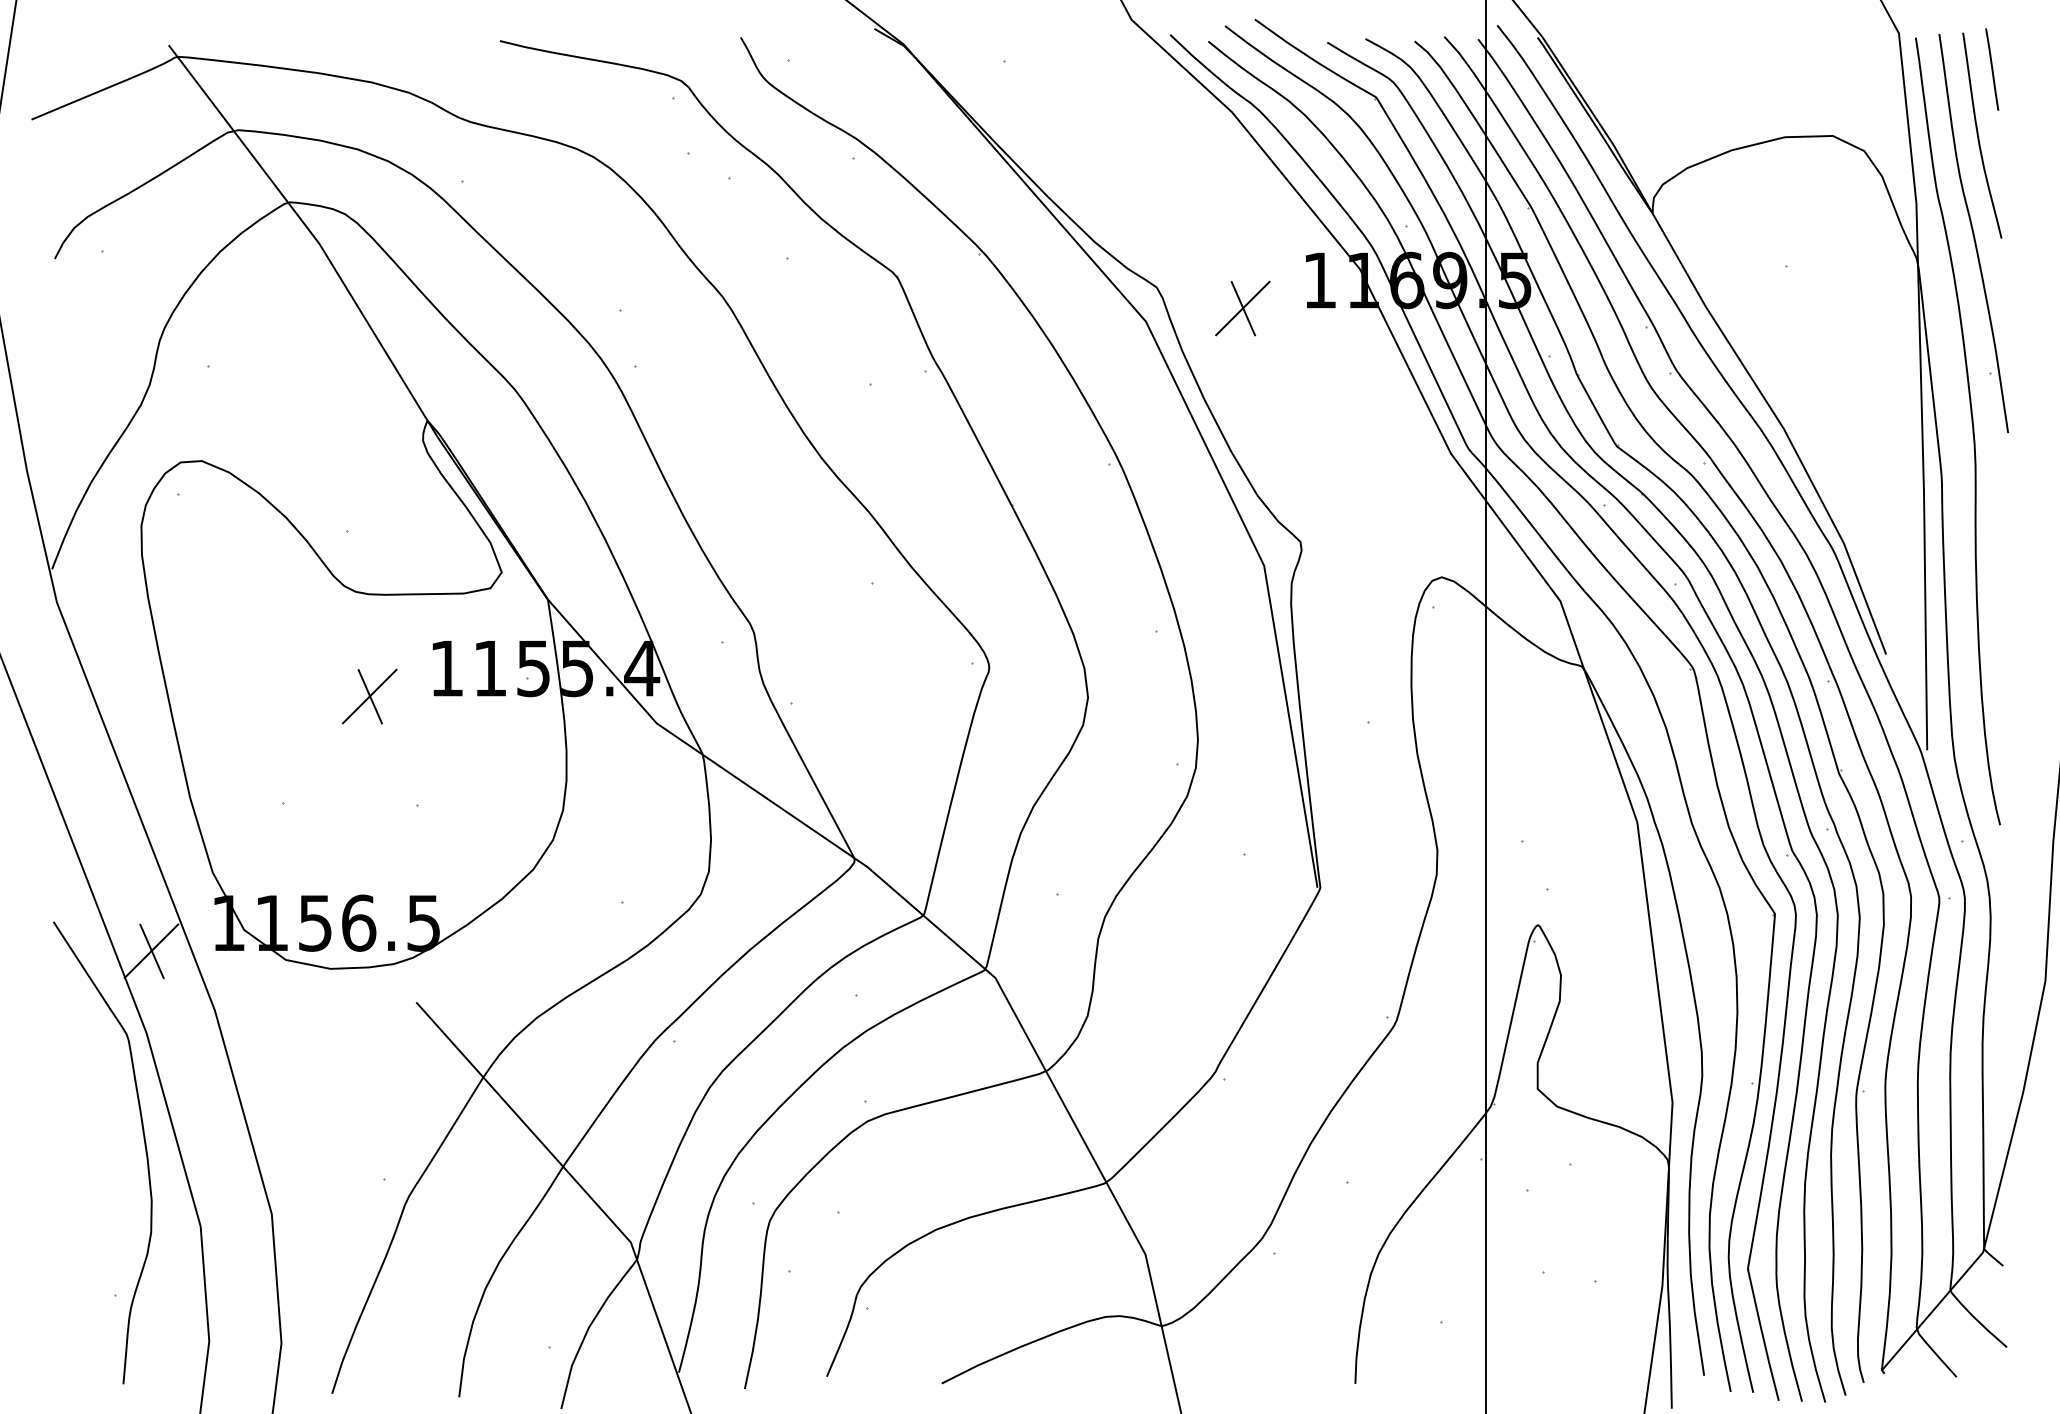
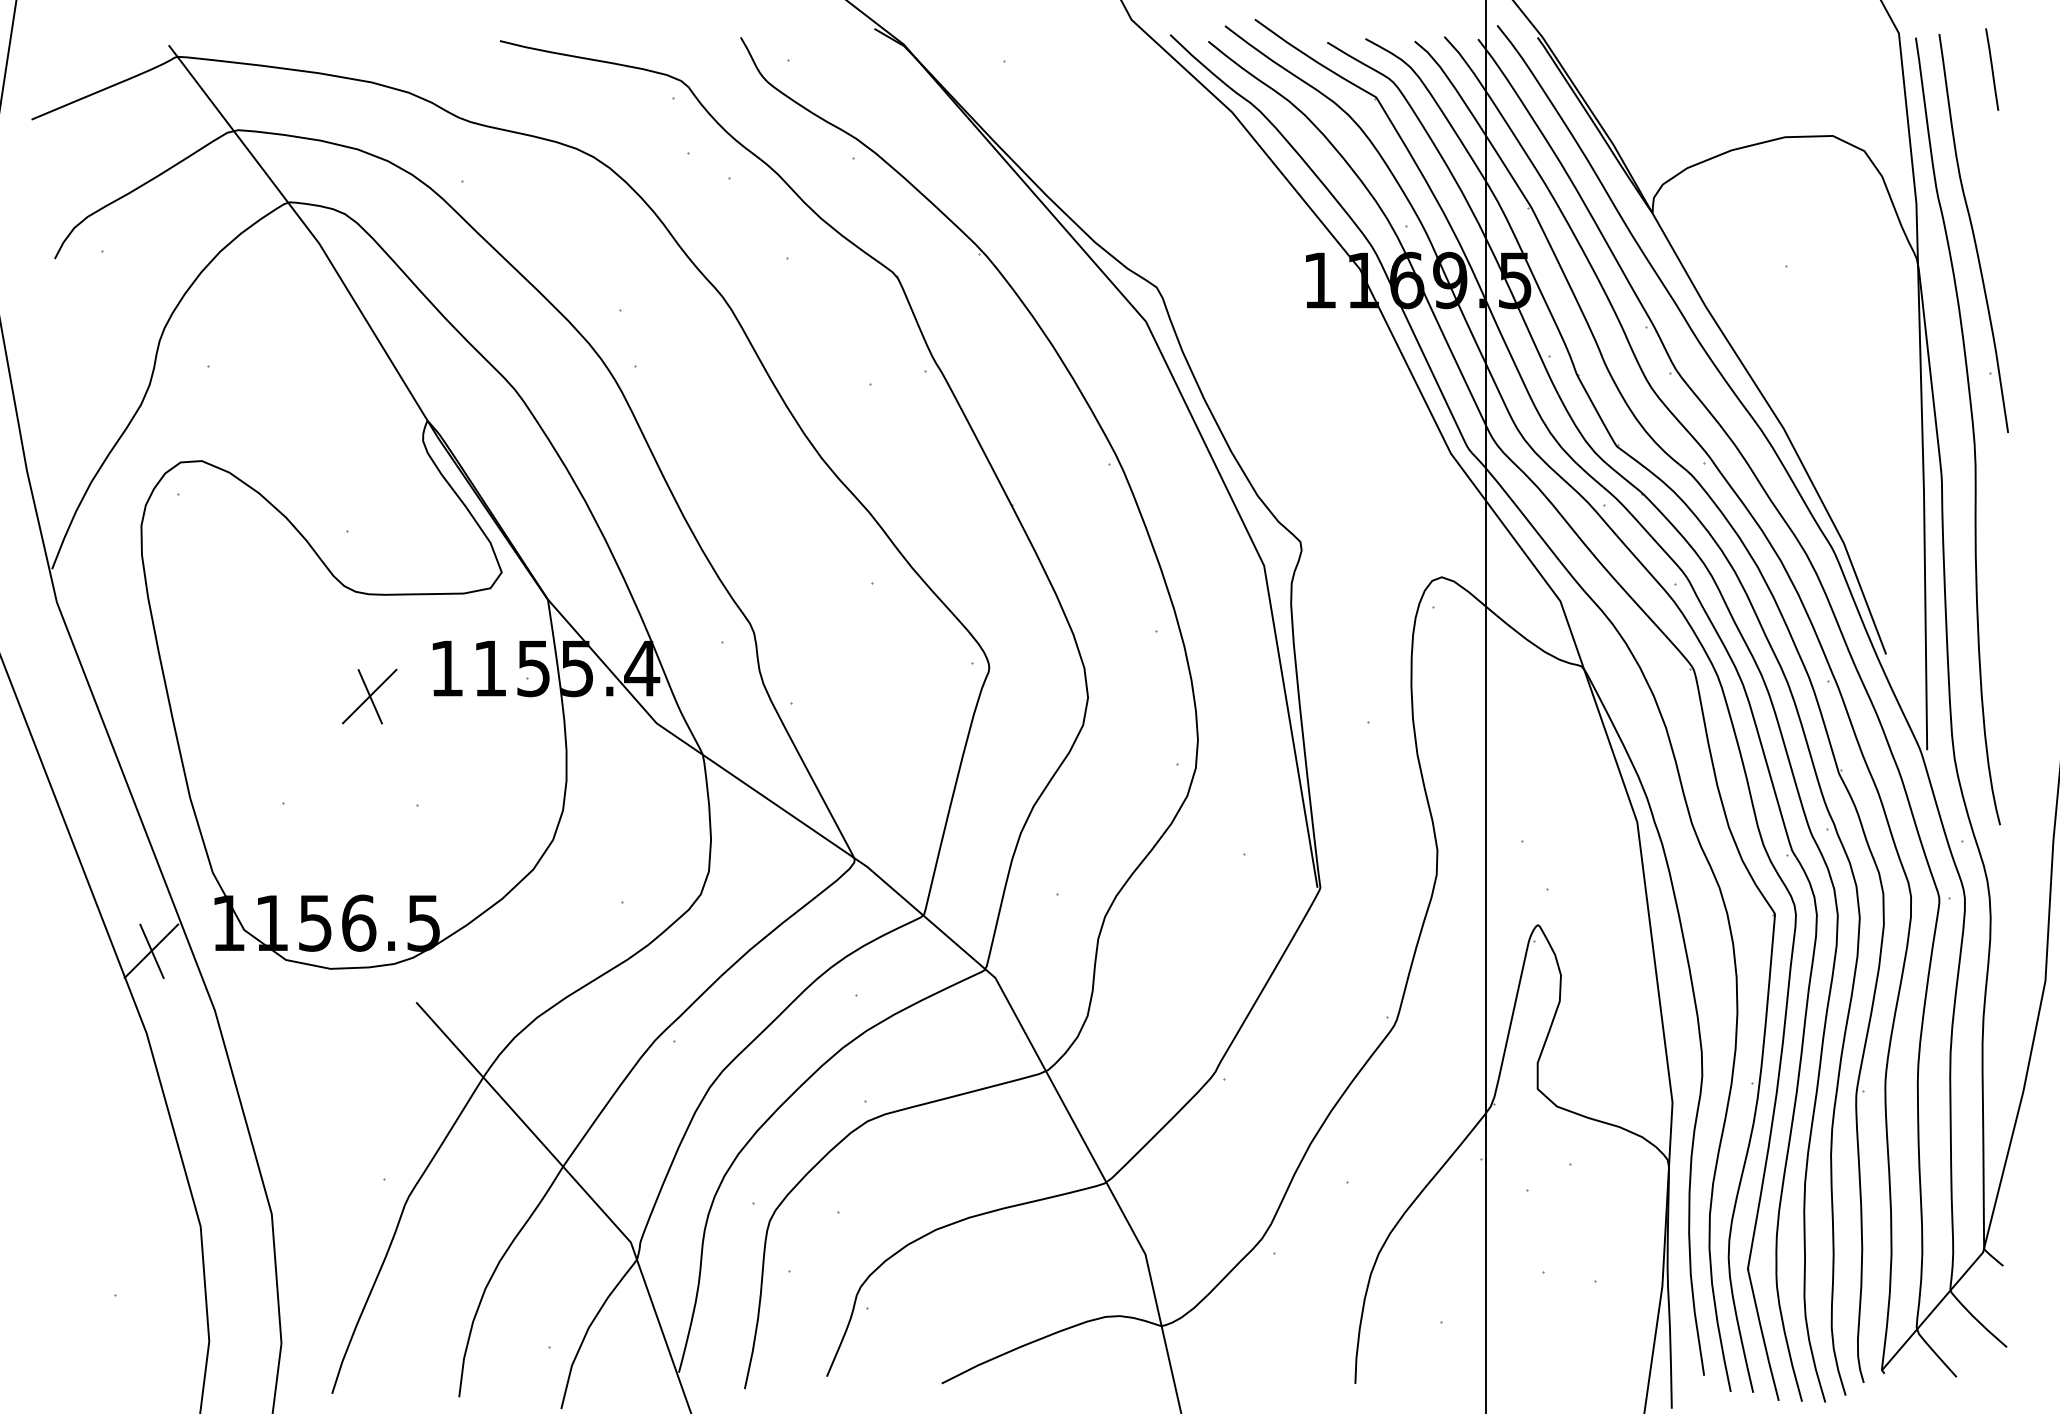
curve at (1979, 137): present -> none
part at (1242, 308): present -> none
curve at (144, 1146): present -> none
